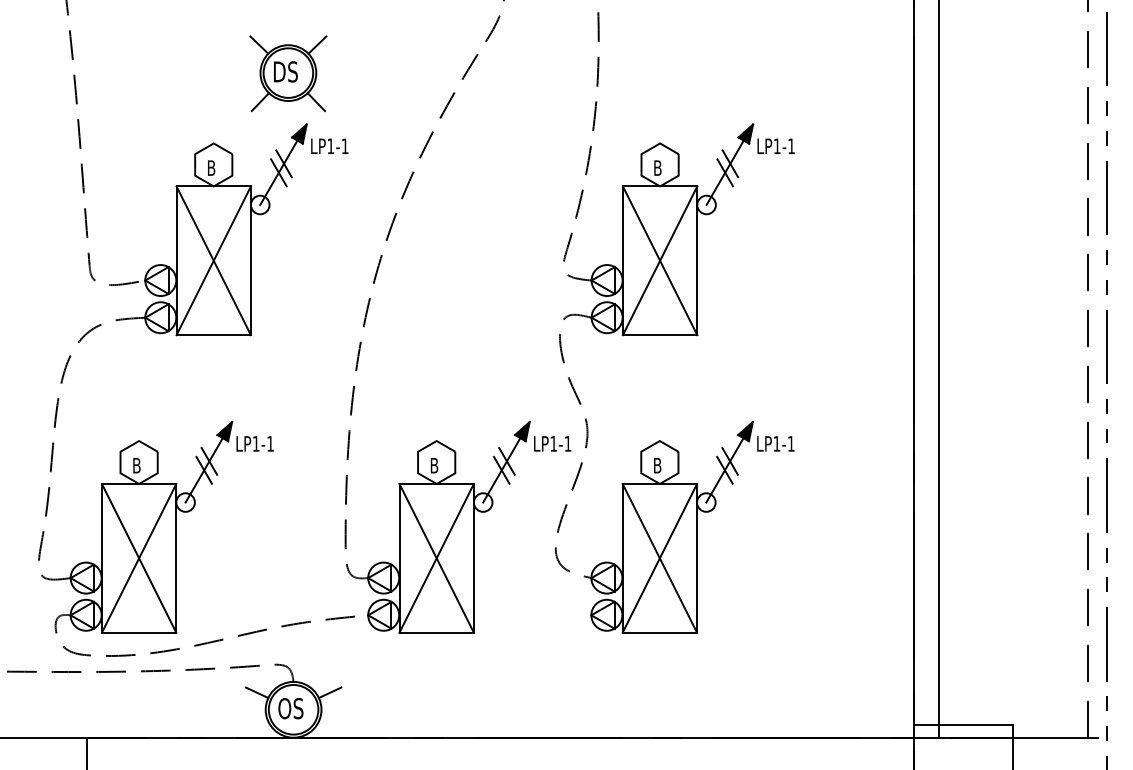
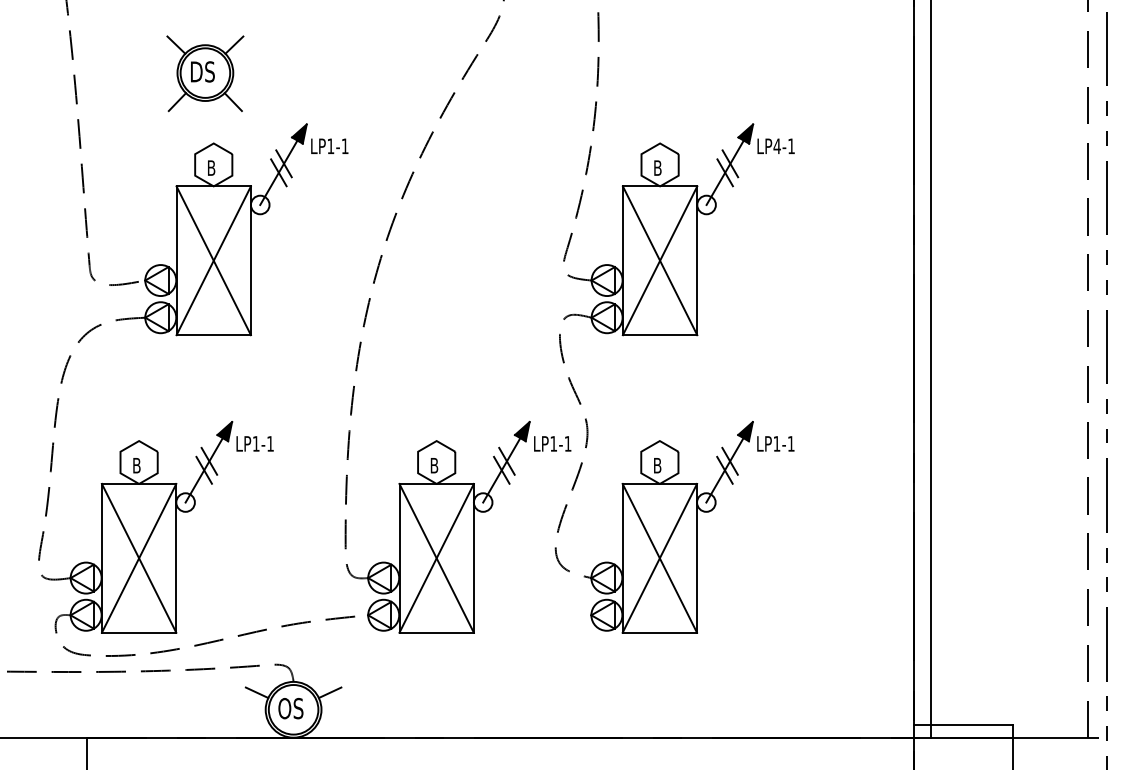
part at (288, 73) position: (288, 73) -> (205, 73)
text at (776, 146): LP1-1 -> LP4-1
line at (939, 369) position: (939, 369) -> (931, 369)
